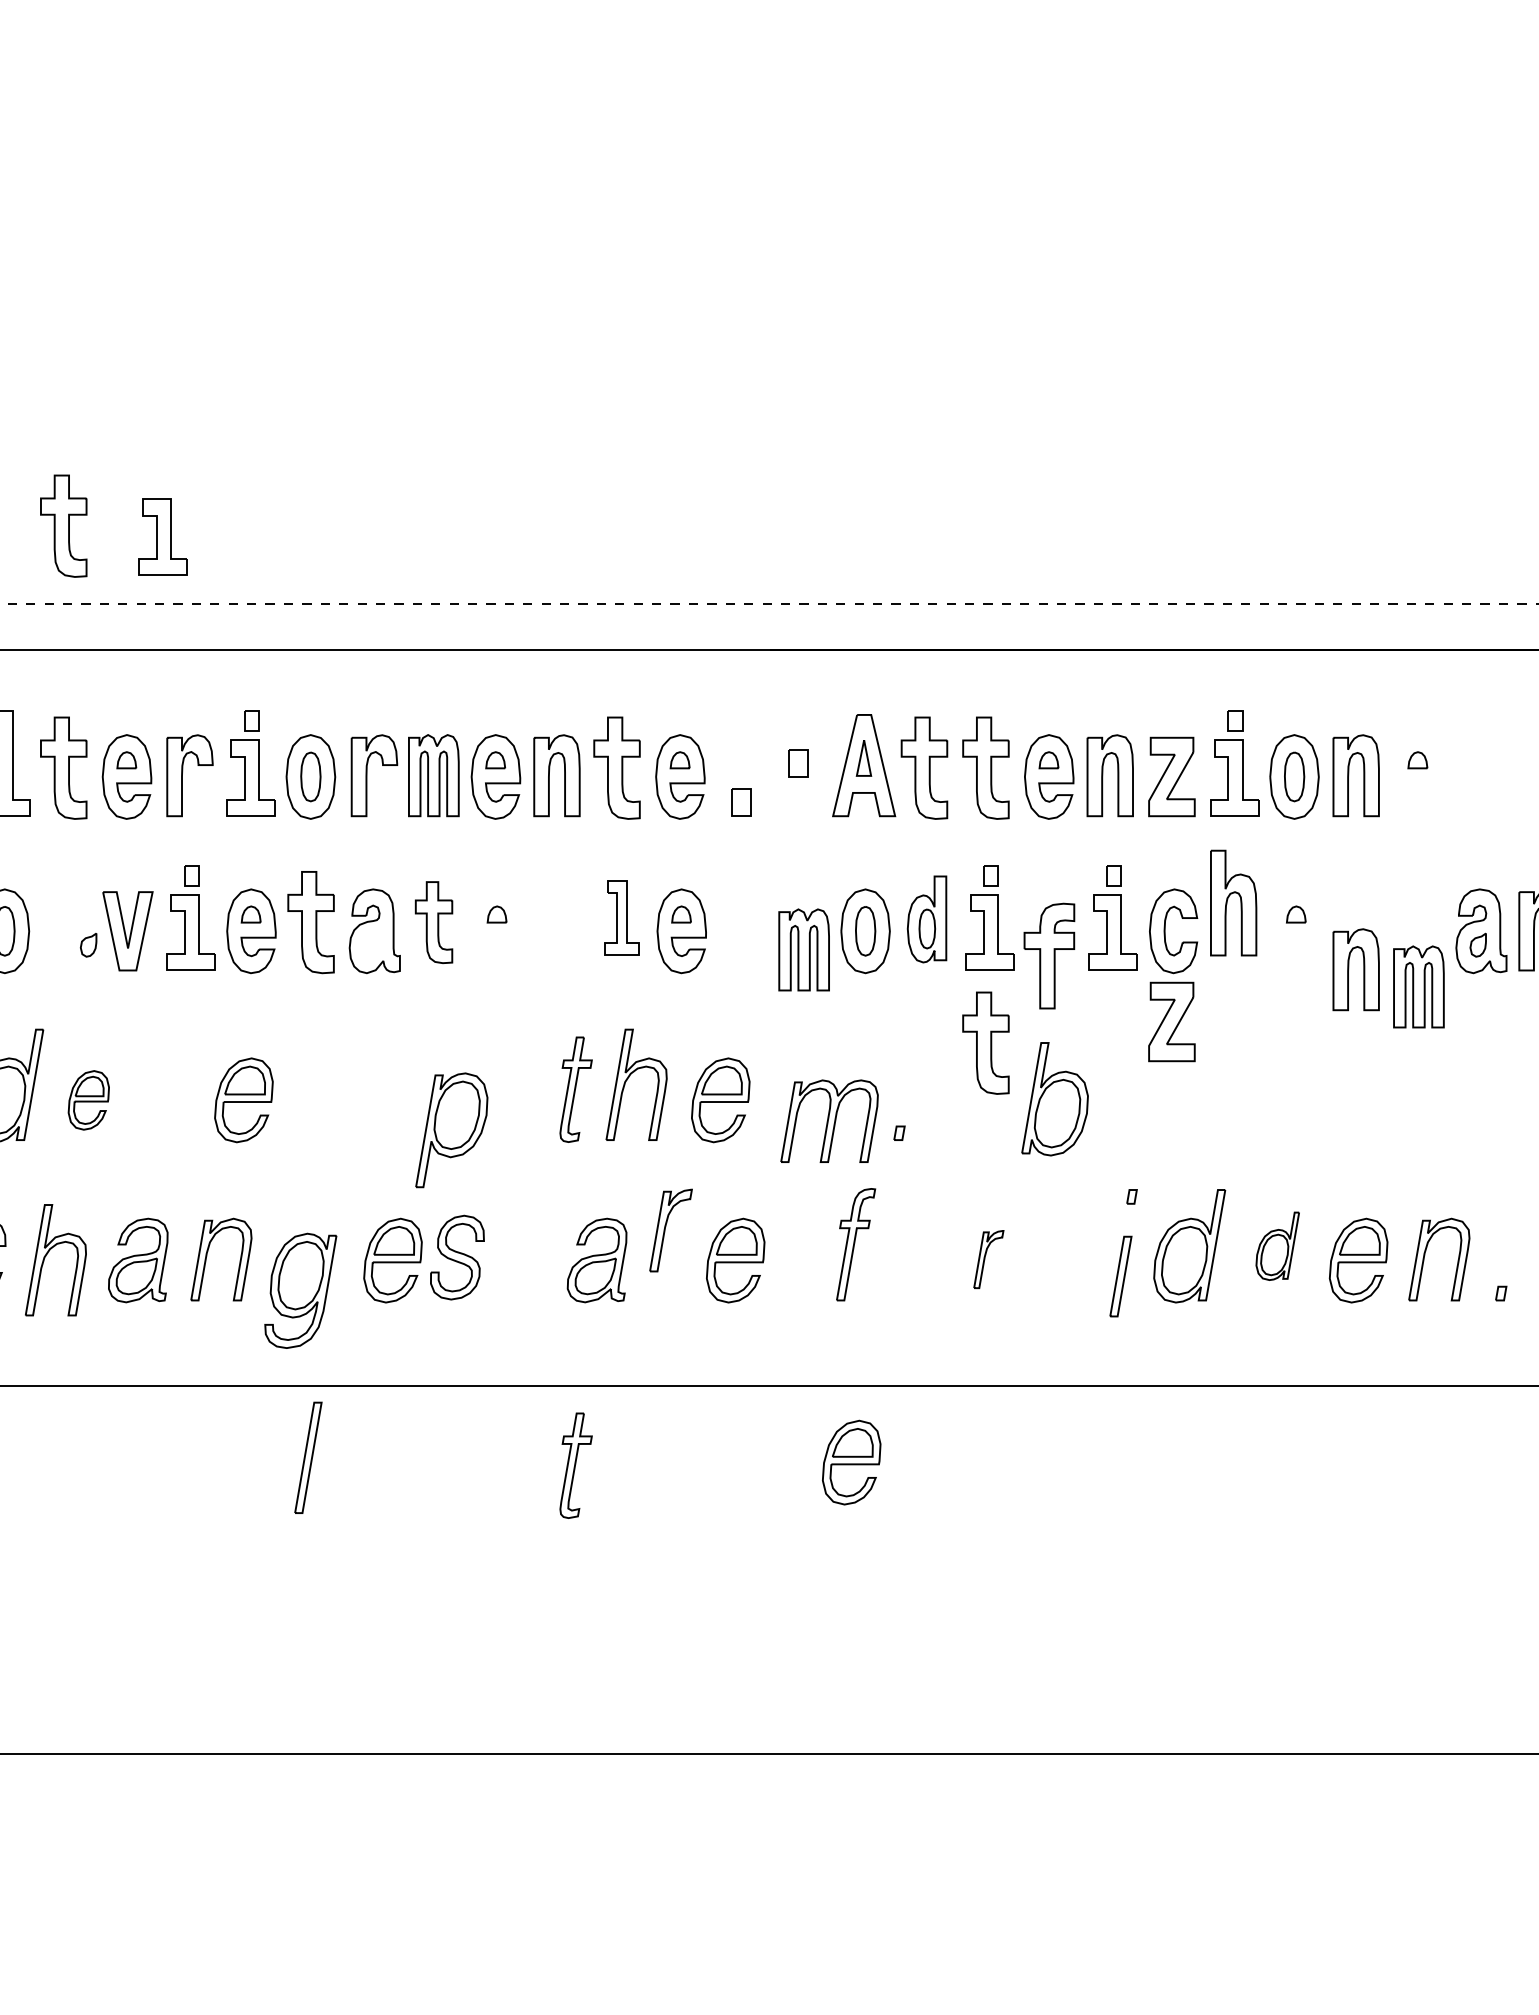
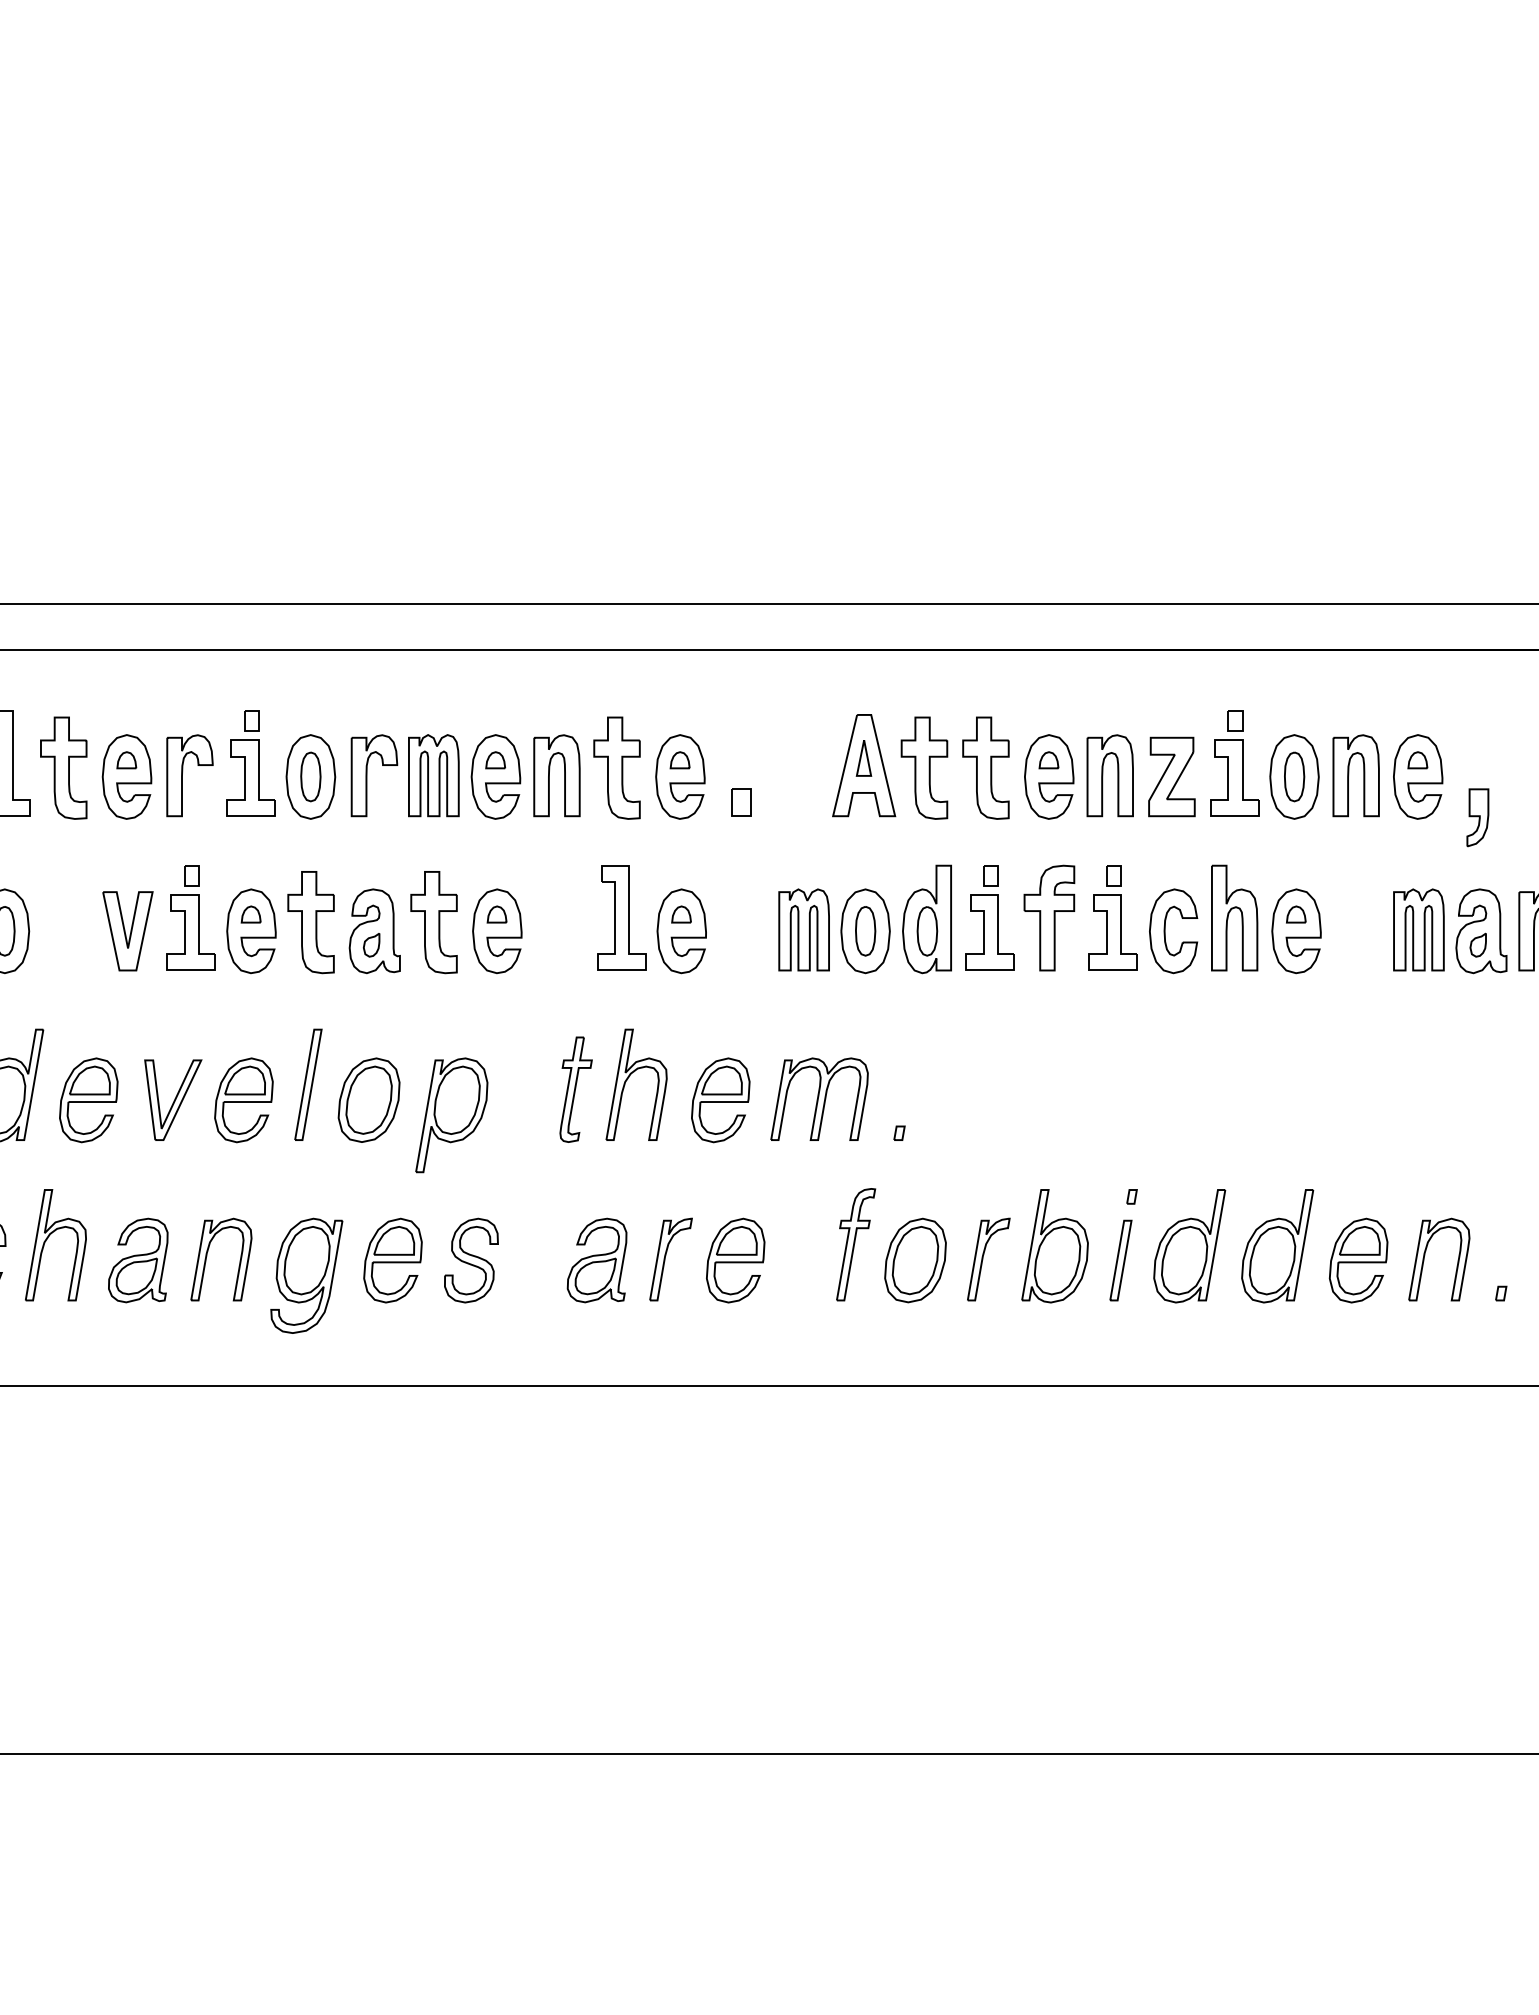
part at (63, 525): present -> none
part at (162, 536): present -> none
line at (769, 603): dashed -> solid
part at (798, 763): present -> none
part at (1418, 776): none -> present
part at (1477, 817): none -> present
part at (1233, 902) position: (1233, 902) -> (1234, 917)
part at (621, 917) size: 36x76 px -> 50x106 px
part at (926, 919) size: 42x89 px -> 50x111 px
part at (433, 922) size: 40x83 px -> 48x104 px
part at (497, 931): none -> present
part at (1296, 931): none -> present
part at (88, 945) position: (88, 945) -> (371, 945)
part at (803, 949) position: (803, 949) -> (803, 929)
part at (1049, 955) position: (1049, 955) -> (1049, 917)
part at (1355, 969): present -> none
part at (1418, 986) position: (1418, 986) -> (1418, 929)
part at (1171, 1021): present -> none
part at (985, 1042): present -> none
part at (173, 1099): none -> present
part at (368, 1099): none -> present
part at (1054, 1099) position: (1054, 1099) -> (1054, 1246)
part at (88, 1100) size: 43x61 px -> 60x87 px
part at (829, 1120) position: (829, 1120) -> (819, 1098)
part at (451, 1130) position: (451, 1130) -> (451, 1115)
part at (670, 1230) position: (670, 1230) -> (670, 1259)
part at (1277, 1245) size: 45x70 px -> 74x115 px
part at (46, 1256) position: (46, 1256) -> (46, 1241)
part at (457, 1257) position: (457, 1257) -> (471, 1260)
part at (988, 1259) size: 32x60 px -> 44x85 px
part at (915, 1260): none -> present
part at (1120, 1276) position: (1120, 1276) -> (1120, 1260)
part at (300, 1290) position: (300, 1290) -> (306, 1275)
part at (308, 1457) position: (308, 1457) -> (308, 1084)
part at (851, 1462): present -> none
part at (575, 1465): present -> none
